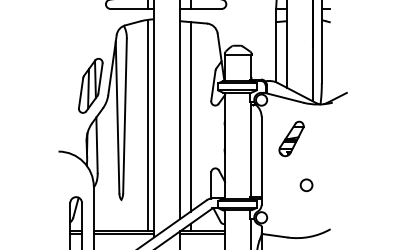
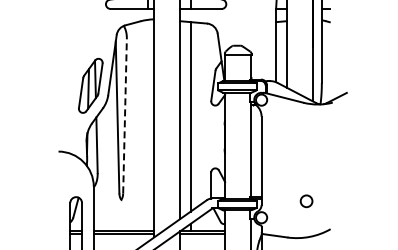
line at (125, 115): solid -> dashed
line at (148, 124): present -> none
part at (291, 138): present -> none
circle at (306, 185) position: (306, 185) -> (306, 201)
